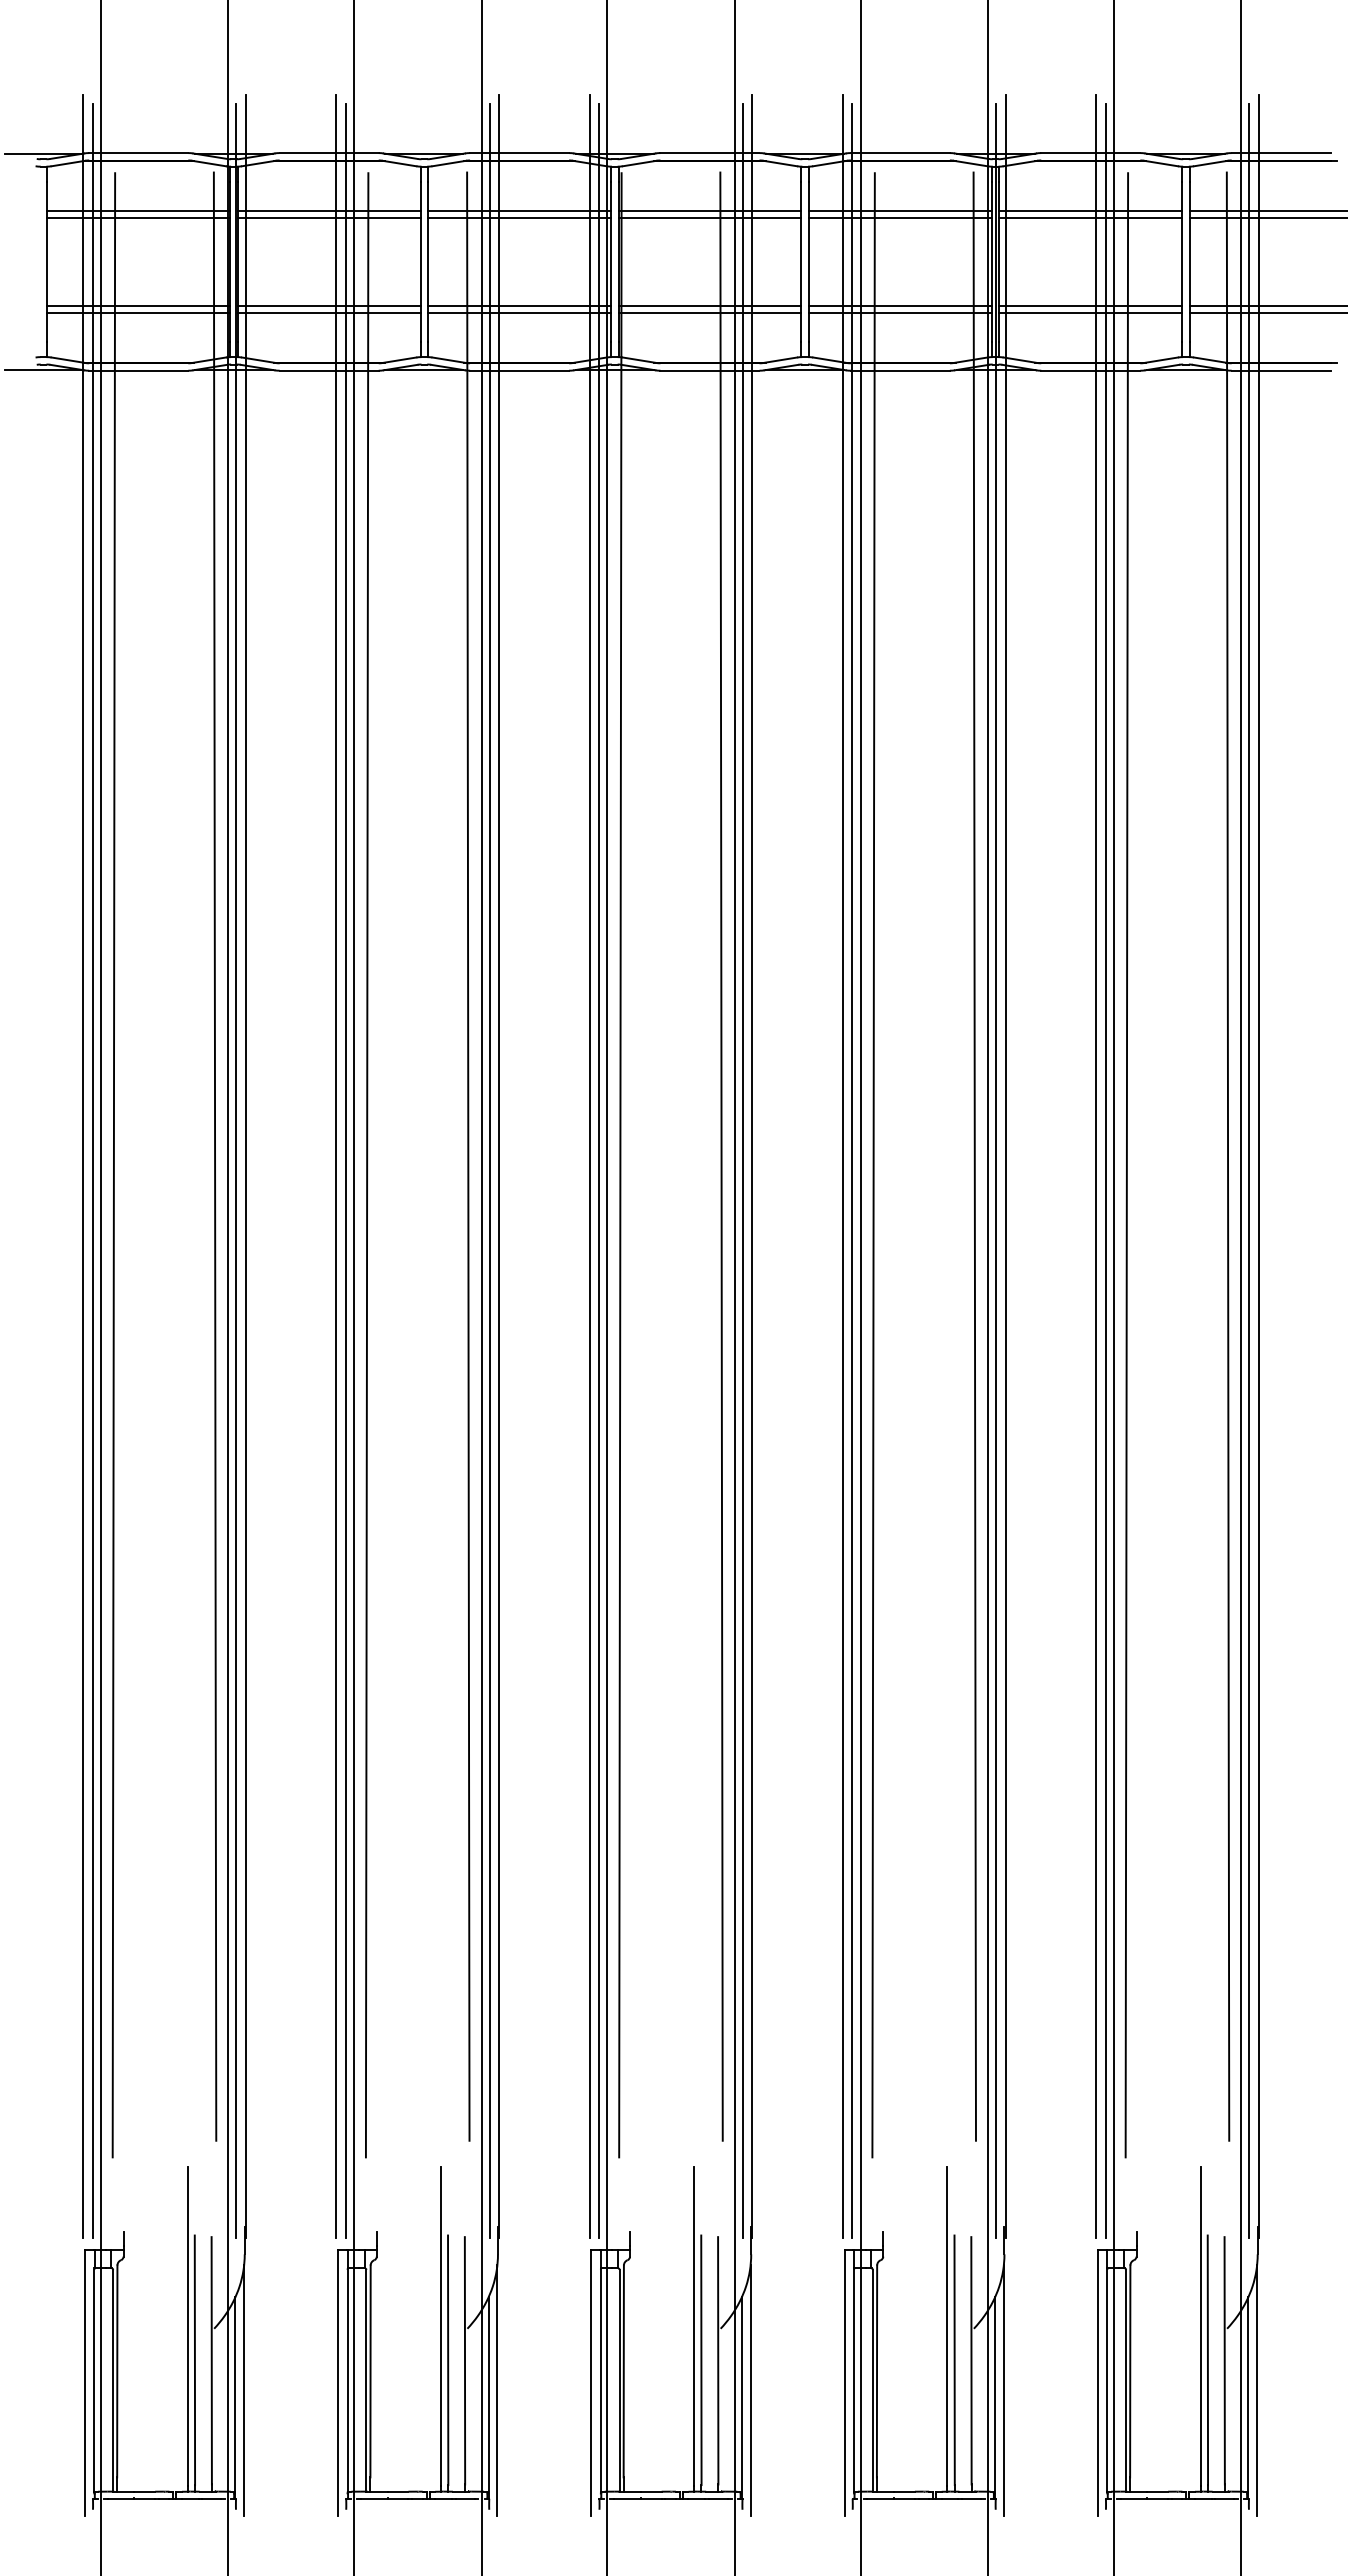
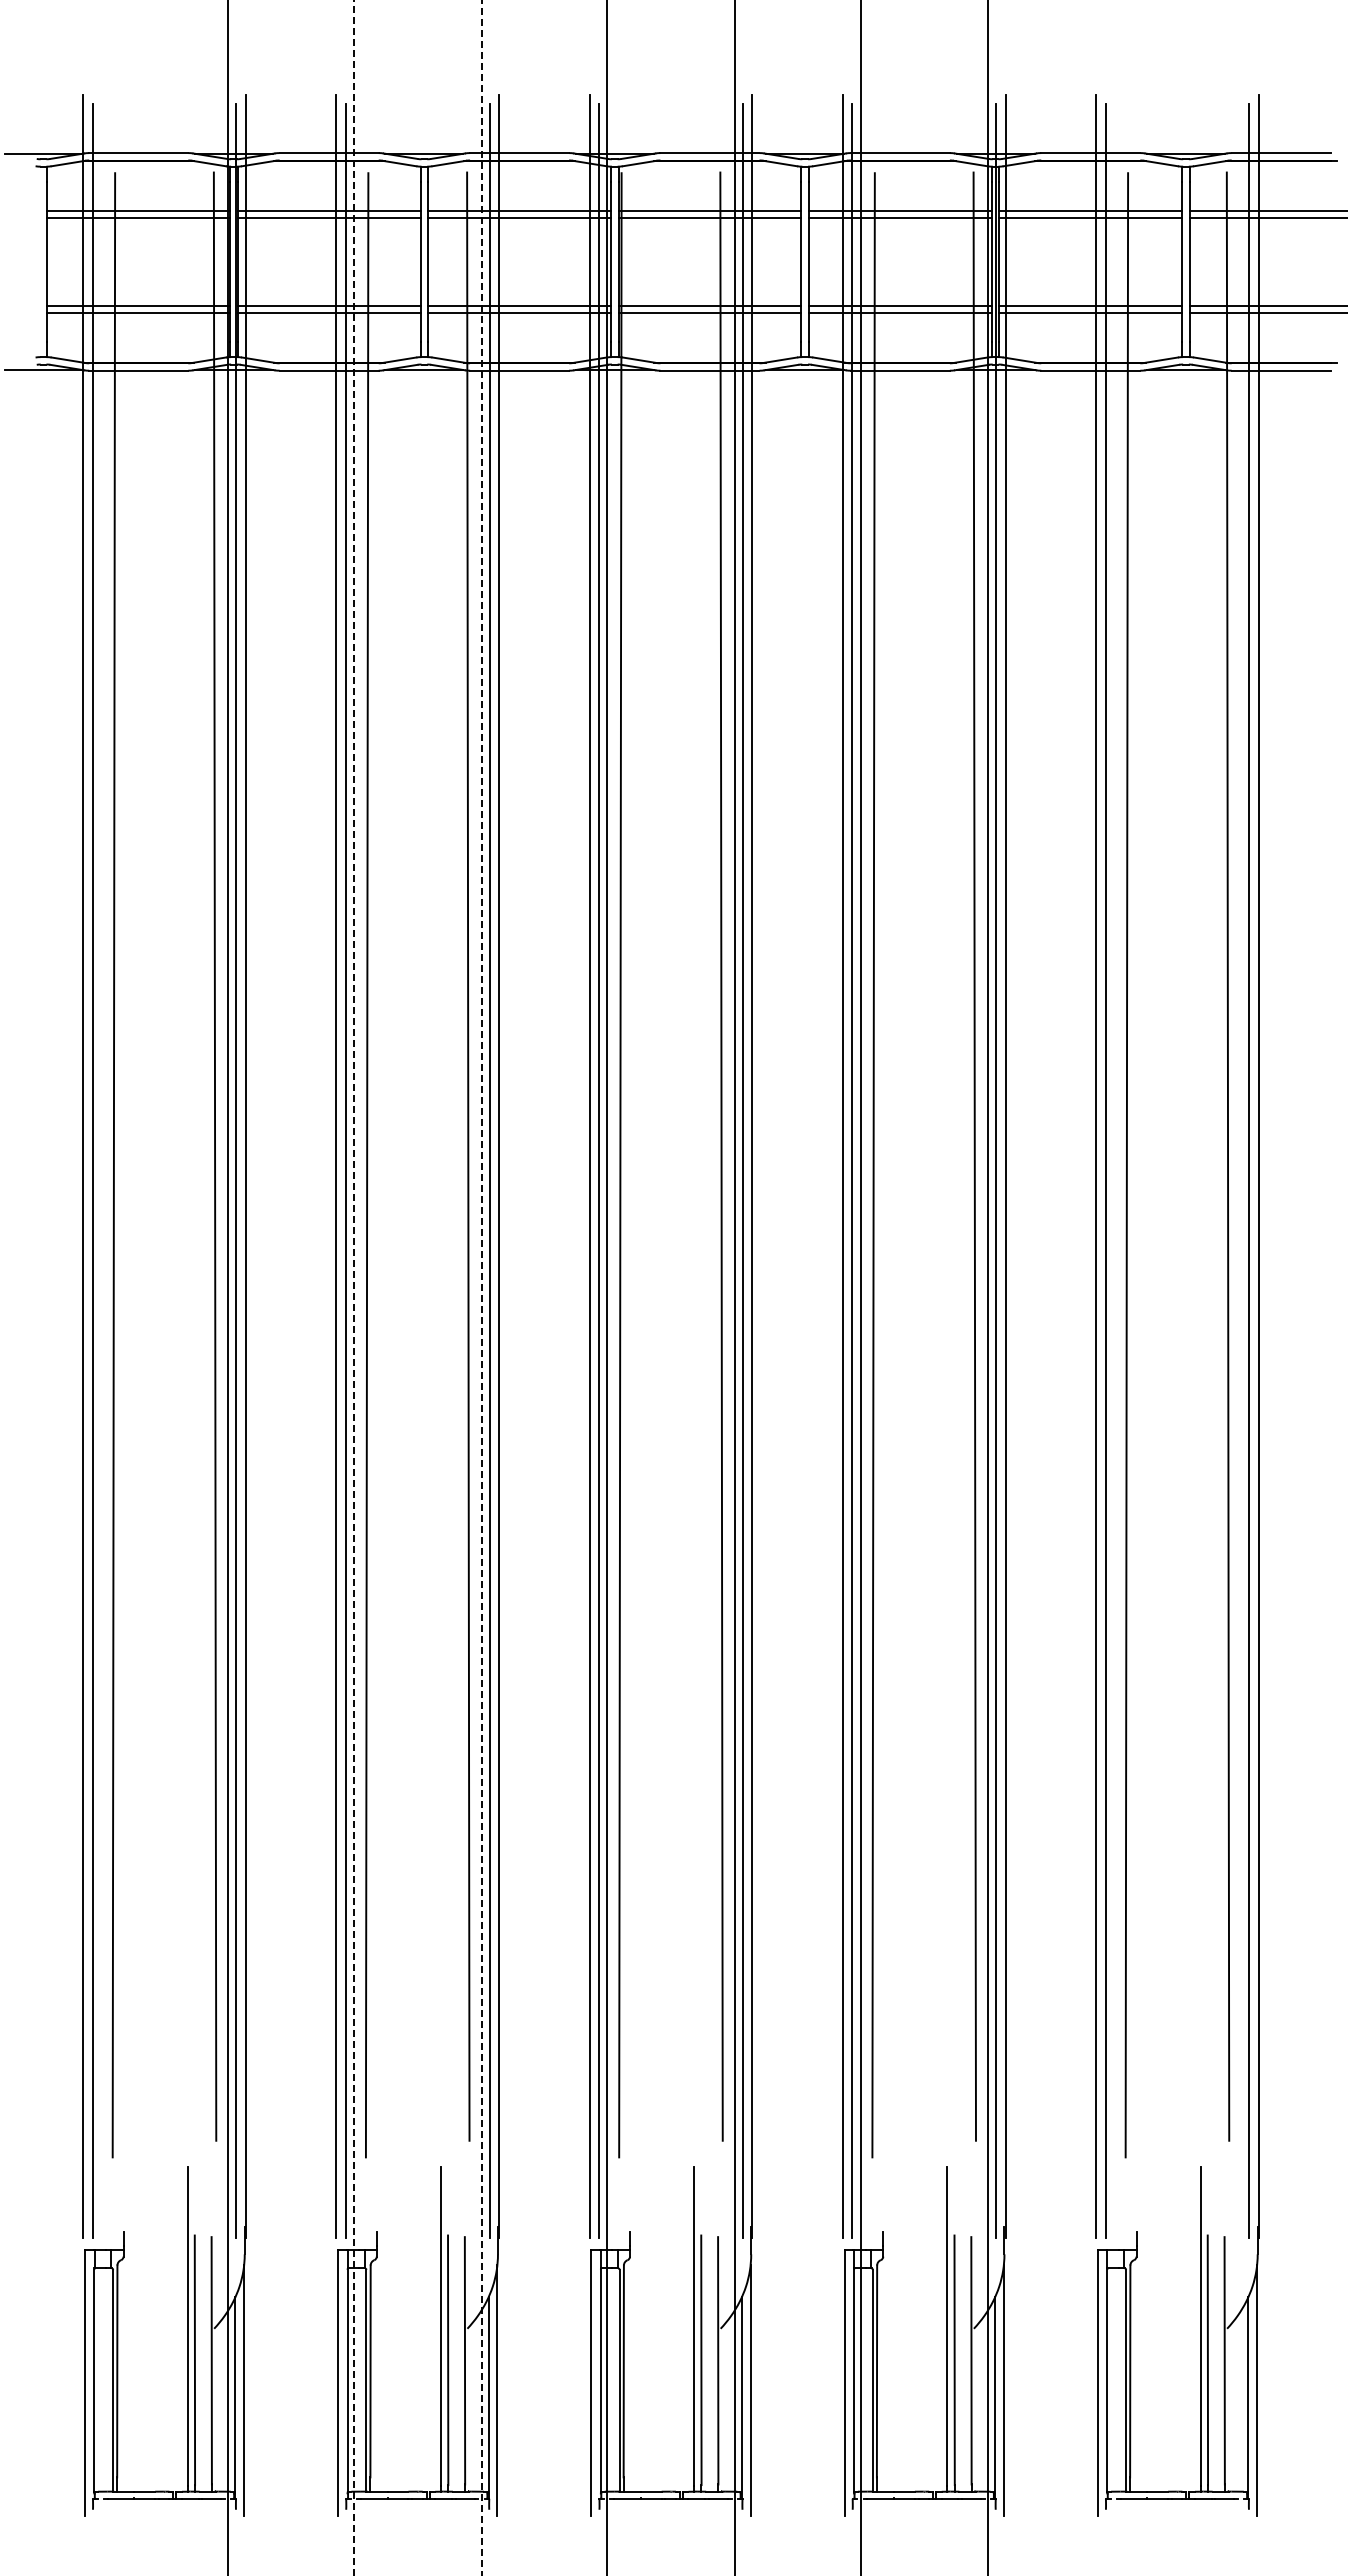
line at (100, 1287): present -> none
line at (354, 1287): solid -> dashed
line at (1113, 1287): present -> none
line at (1241, 1287): present -> none
line at (481, 1288): solid -> dashed
